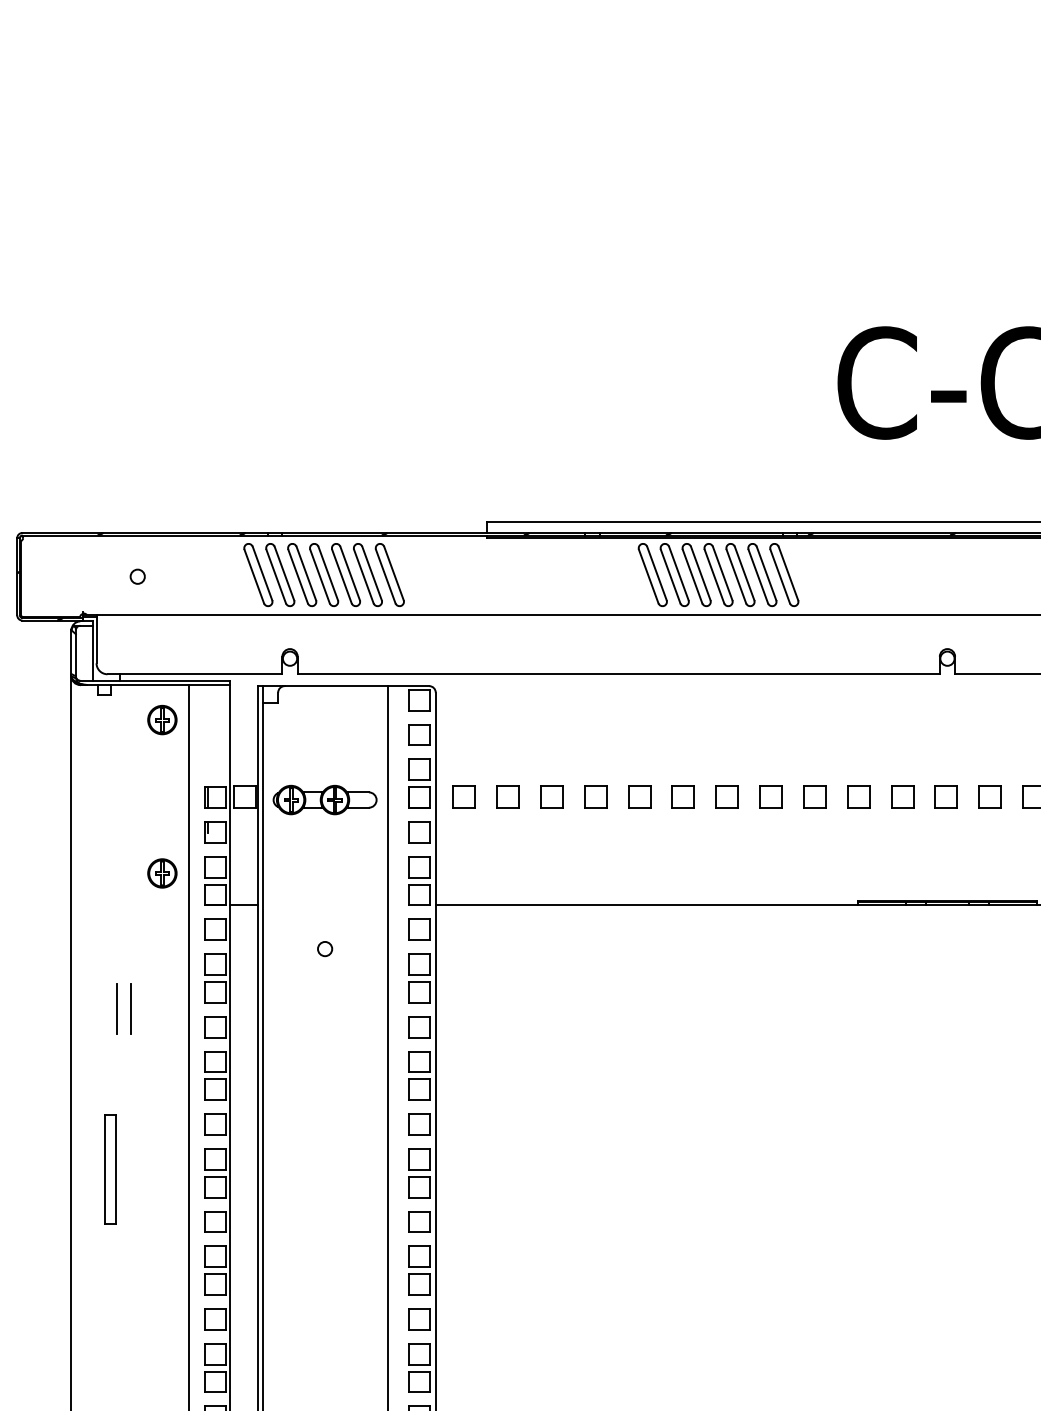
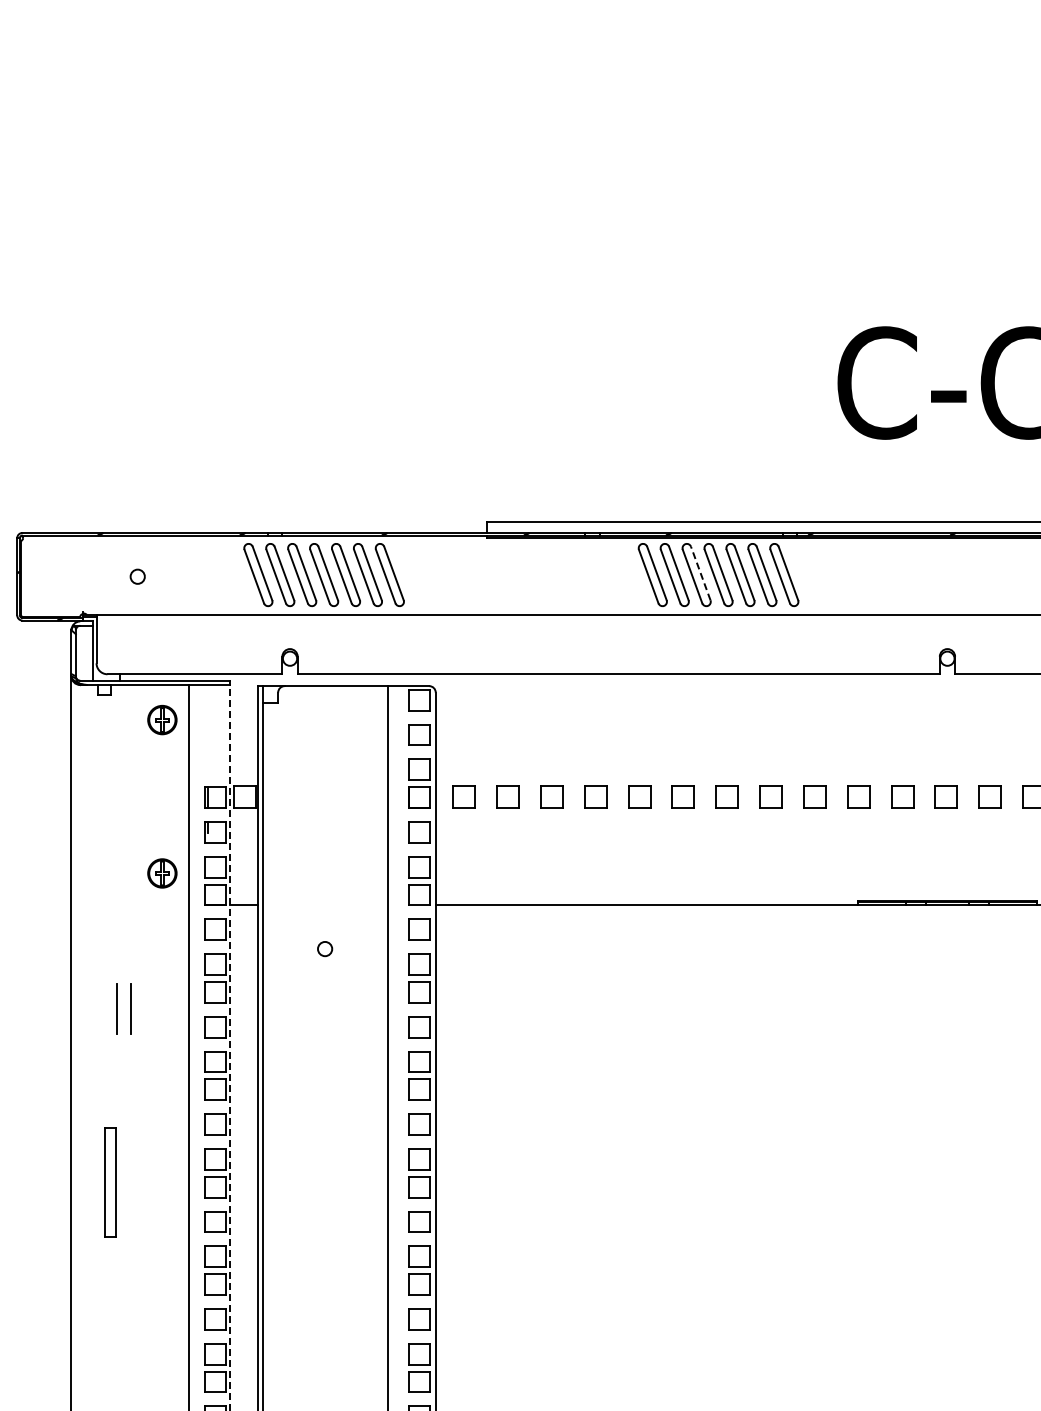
line at (700, 573): solid -> dashed
part at (324, 799): present -> none
line at (230, 1047): solid -> dashed
part at (110, 1169) position: (110, 1169) -> (110, 1182)
